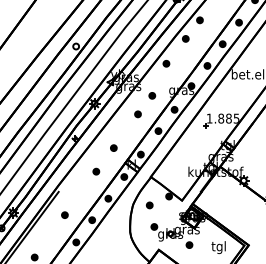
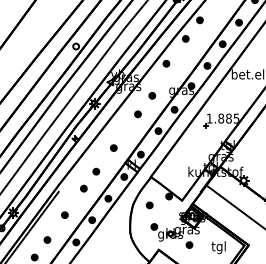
part at (83, 188): none -> present
line at (234, 206): none -> present
part at (47, 239): none -> present
